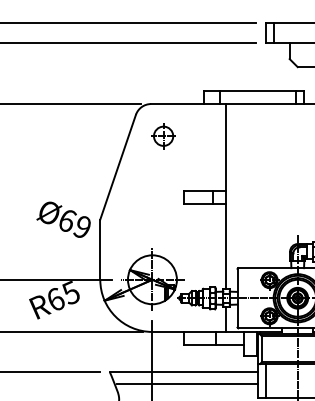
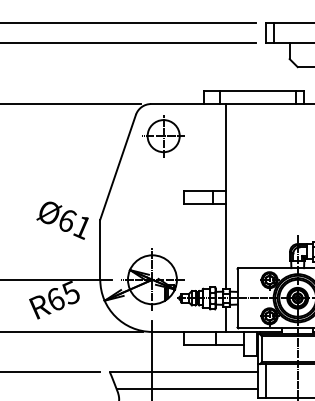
part at (163, 136) size: 25x27 px -> 43x43 px
text at (81, 227): Ø69 -> Ø61
line at (186, 383) position: (186, 383) -> (186, 388)
